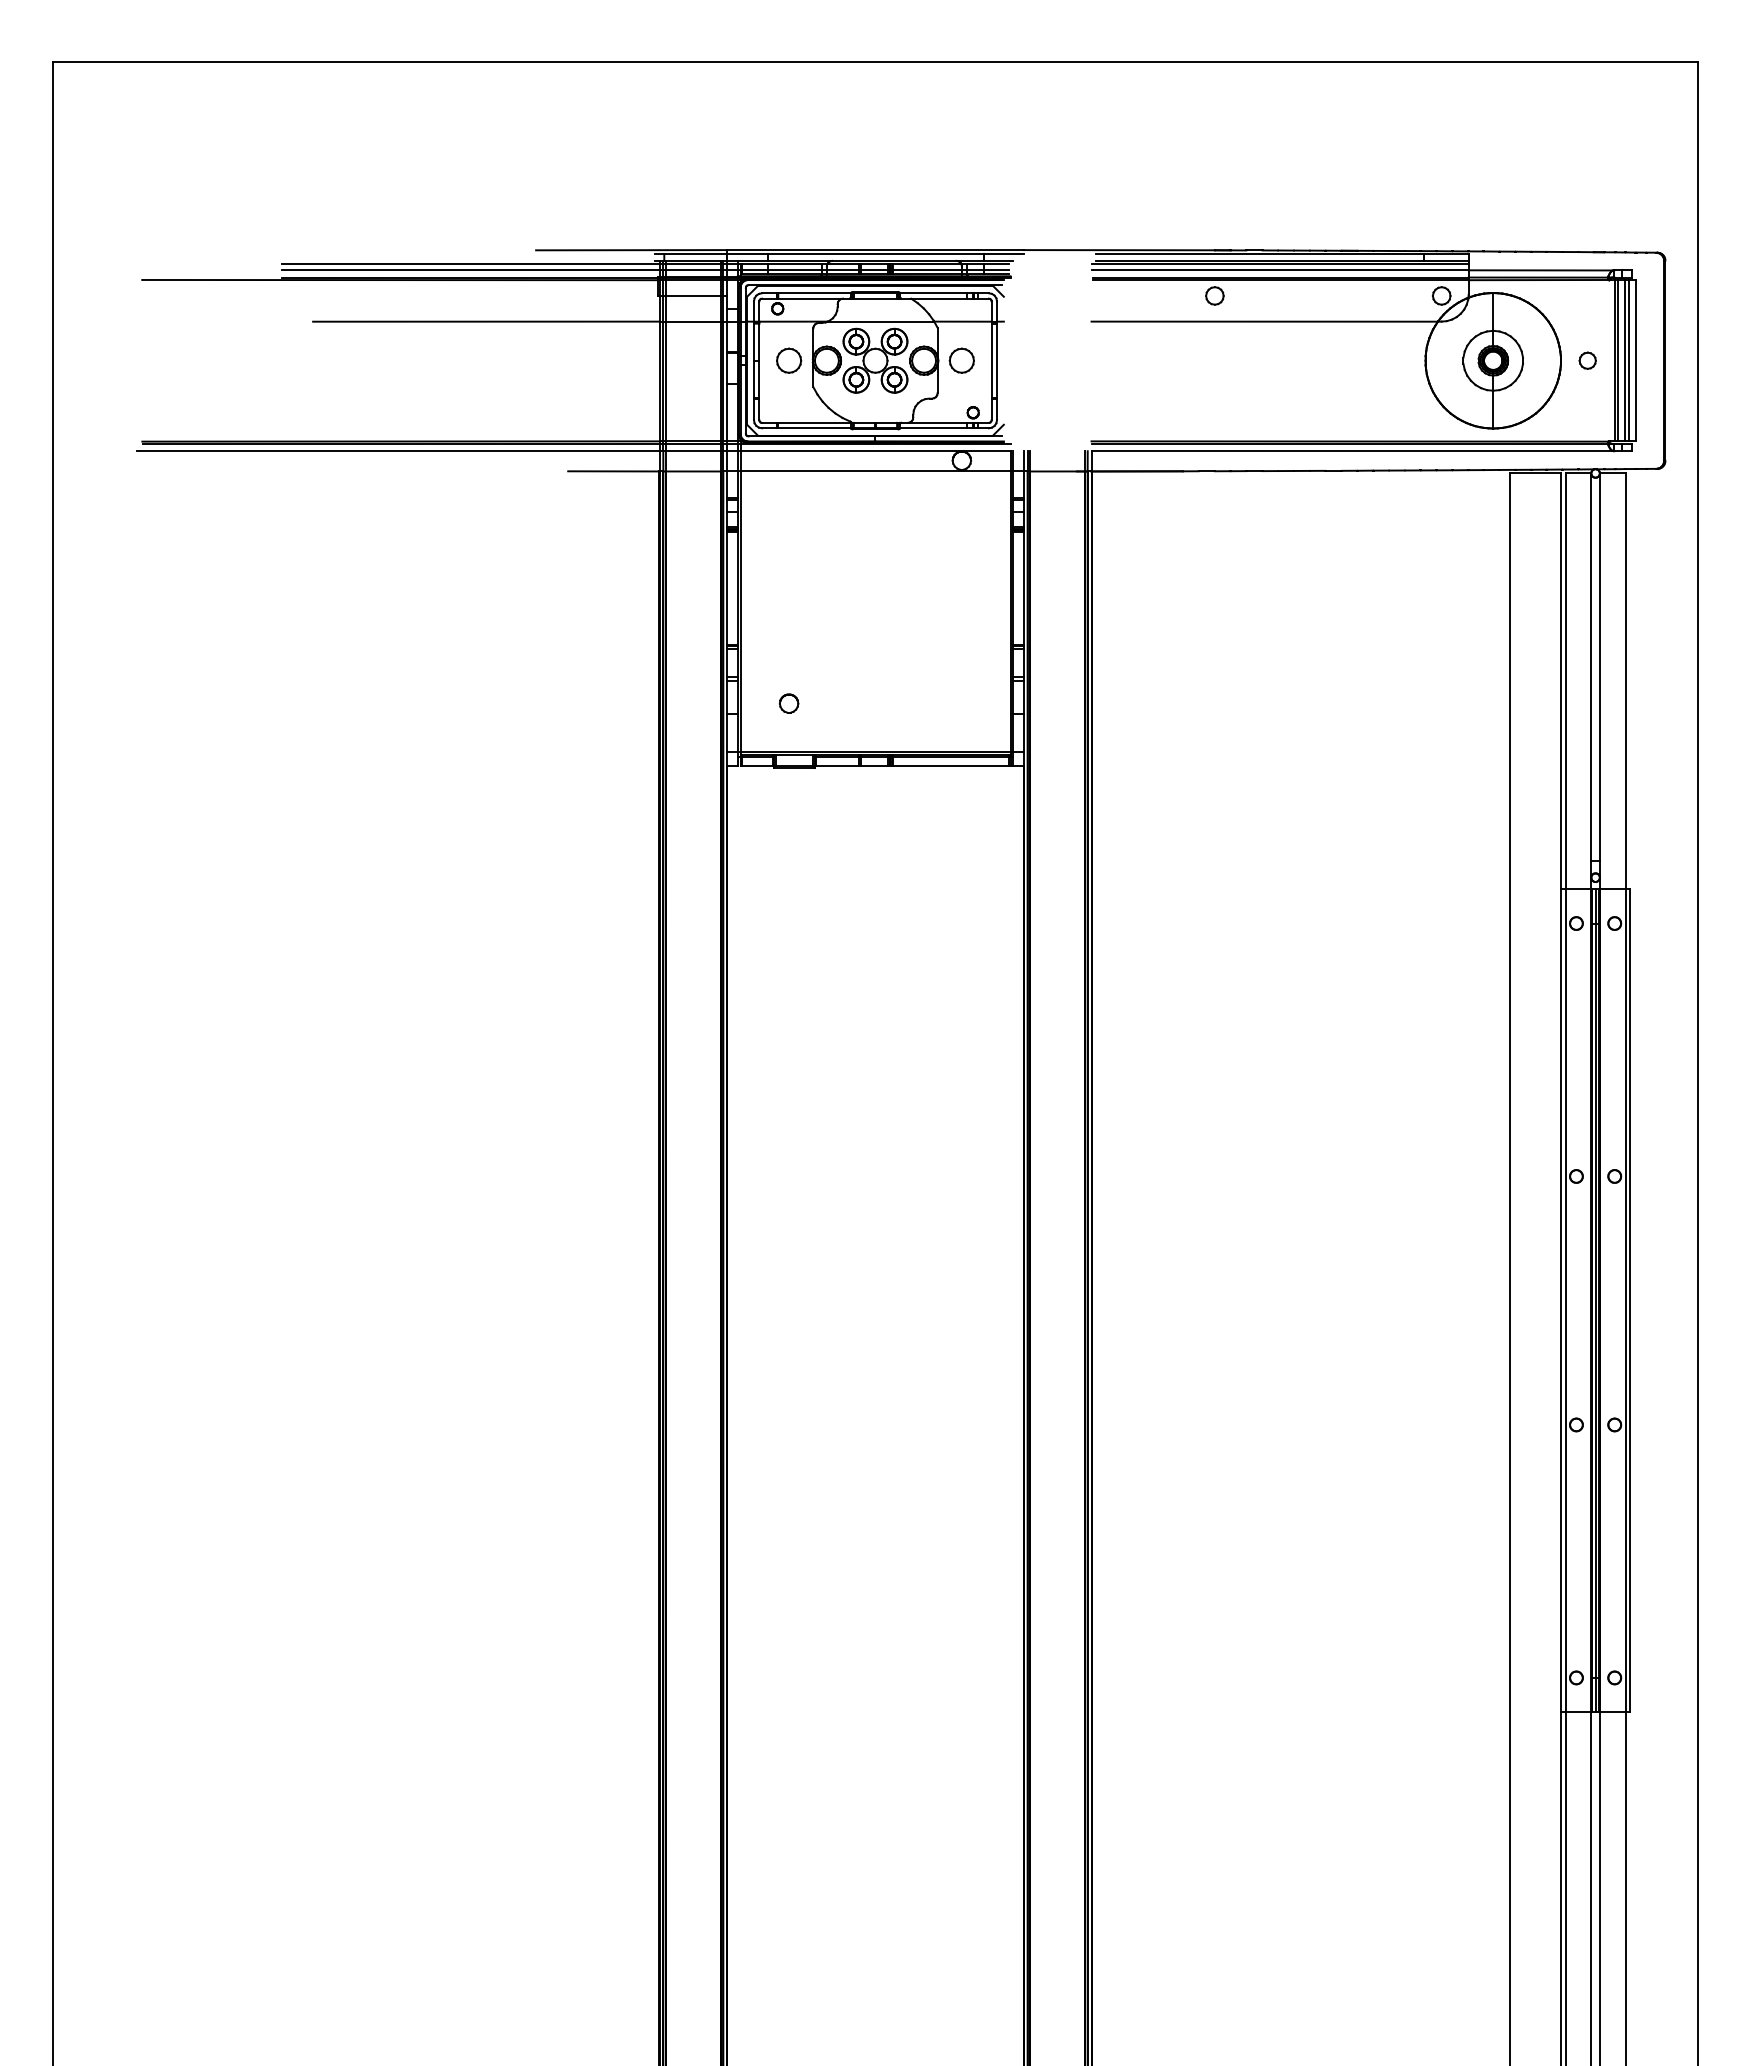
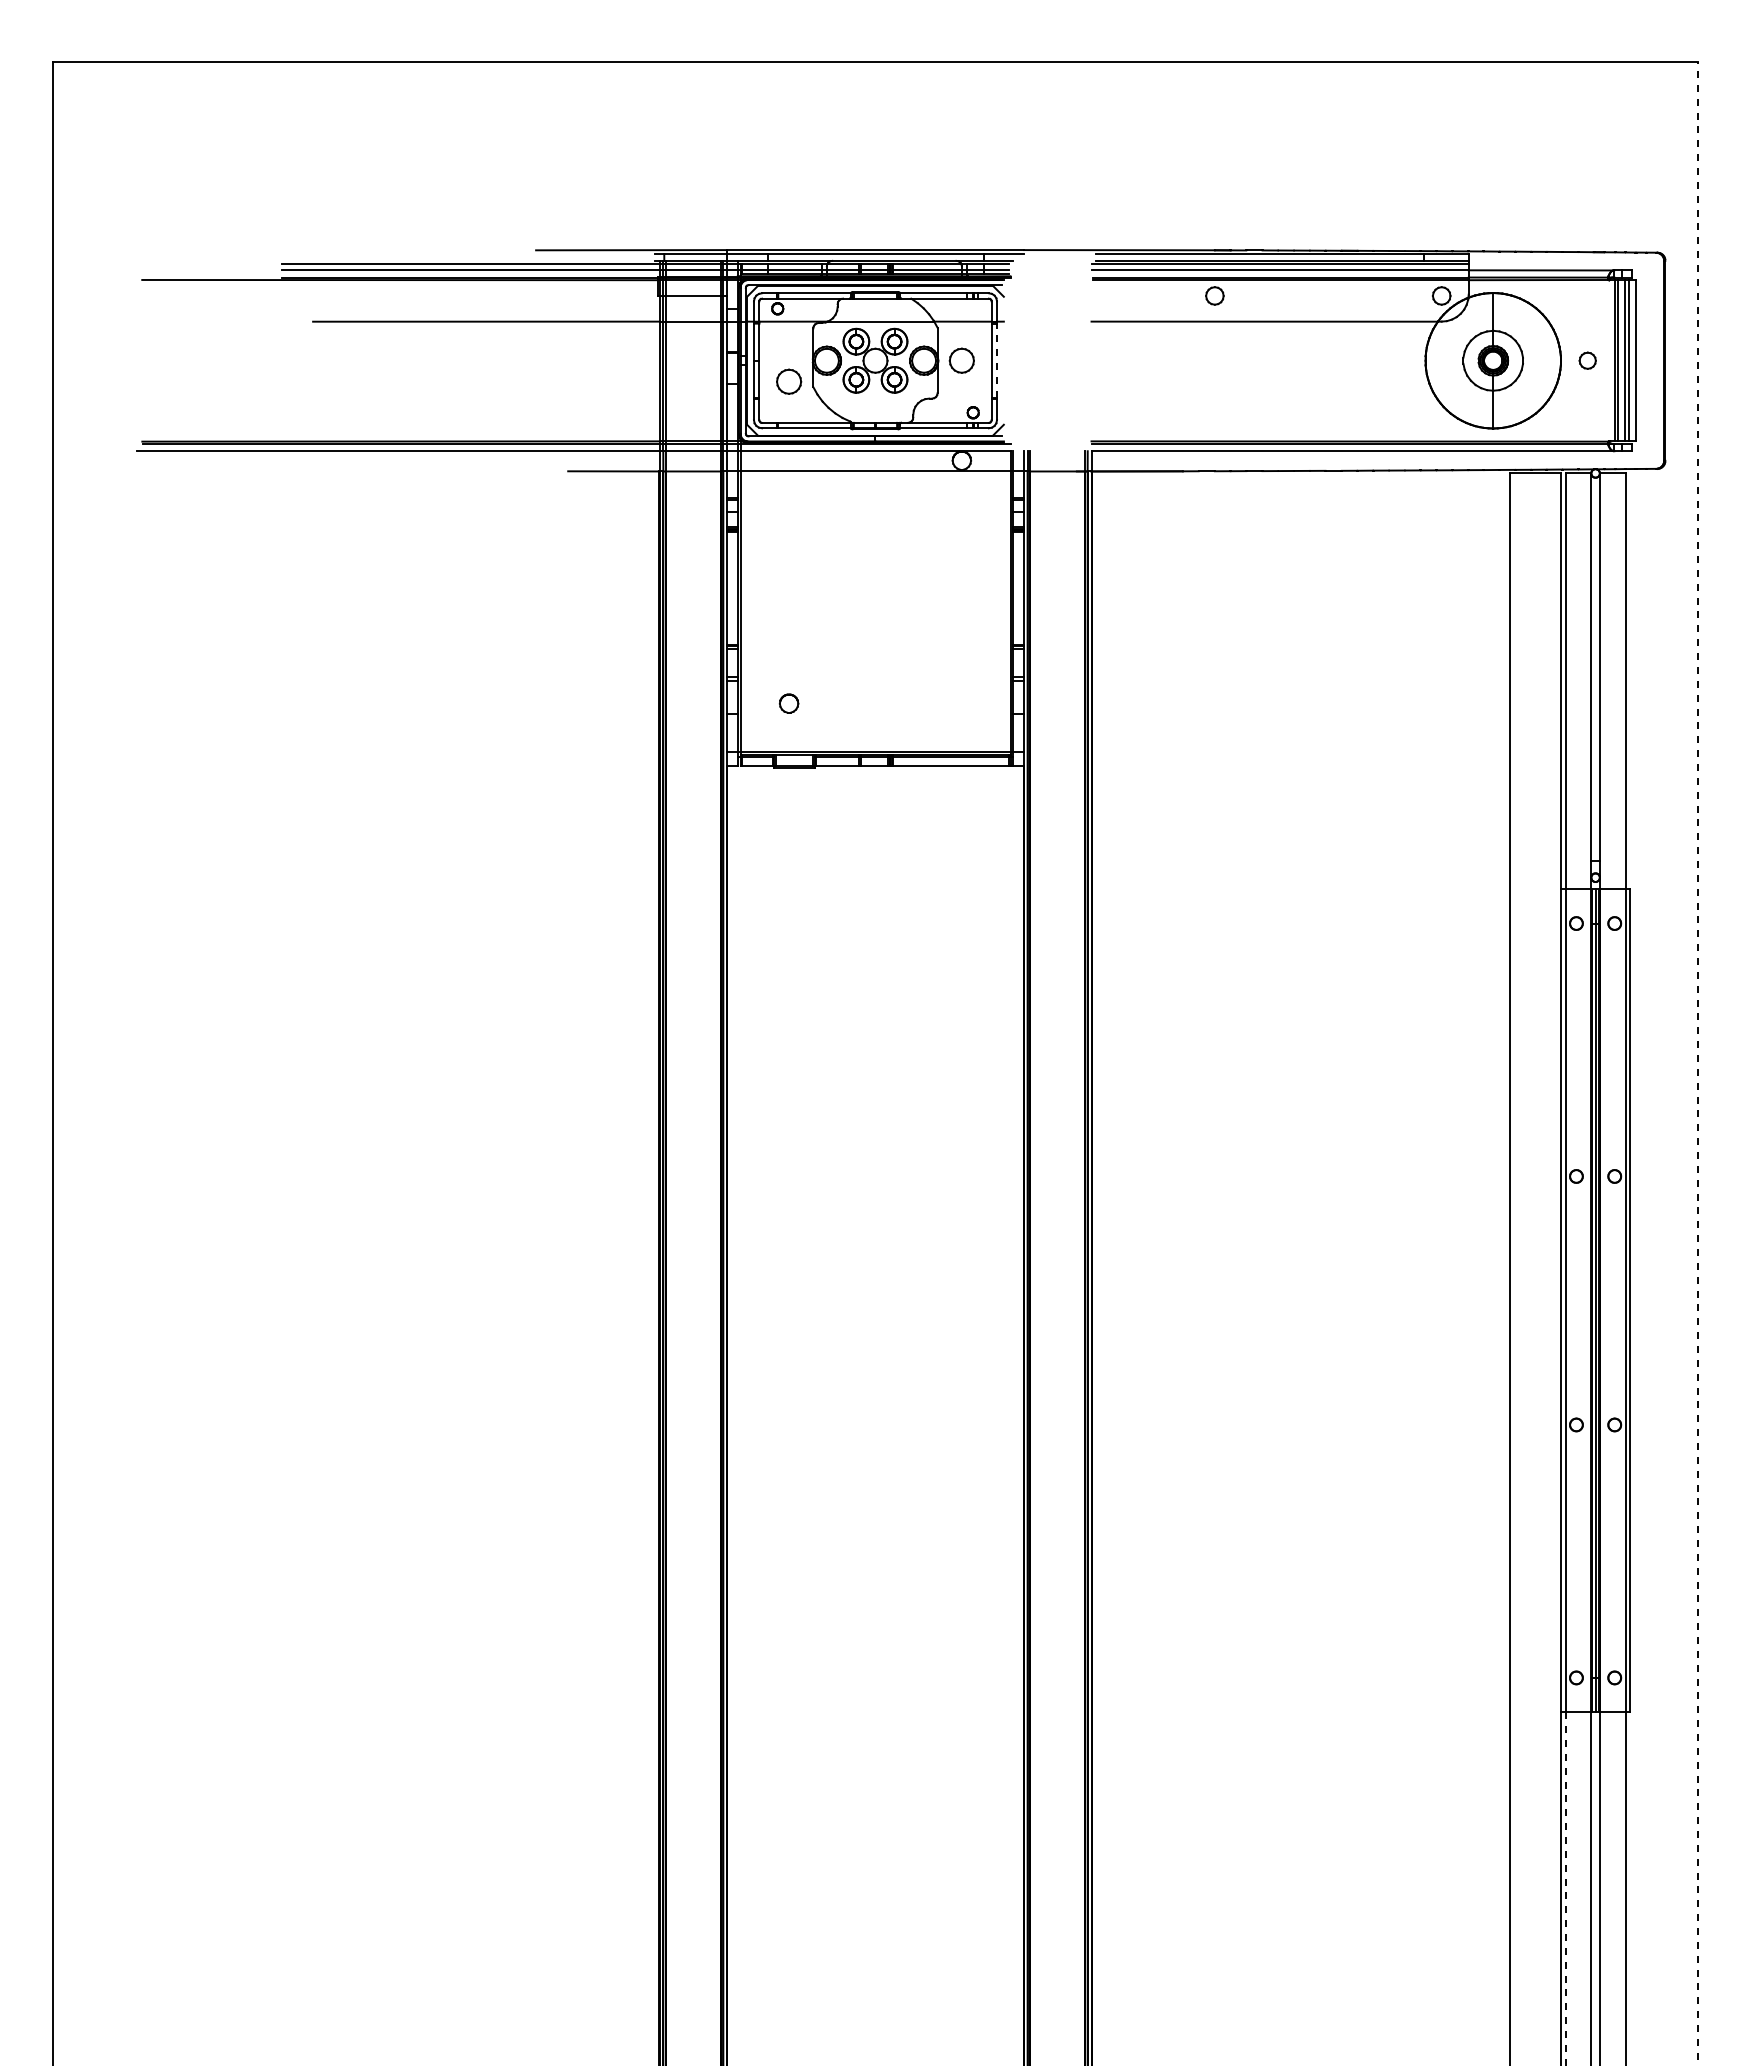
part at (789, 360) position: (789, 360) -> (789, 381)
line at (996, 360): solid -> dashed
line at (1698, 1063): solid -> dashed
line at (1565, 1889): solid -> dashed
